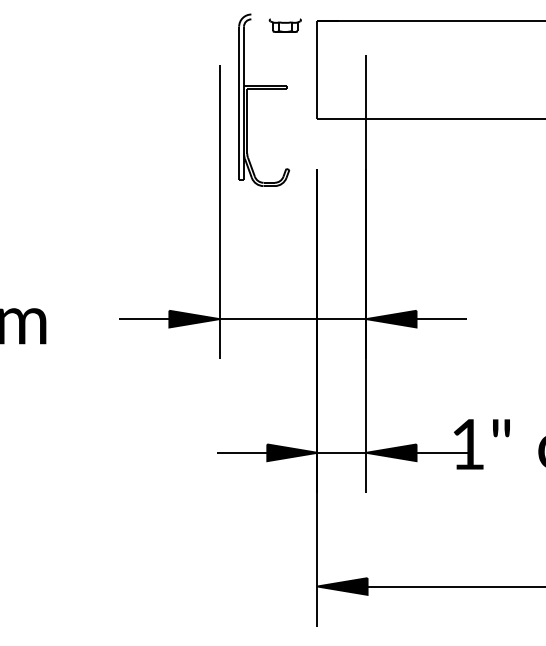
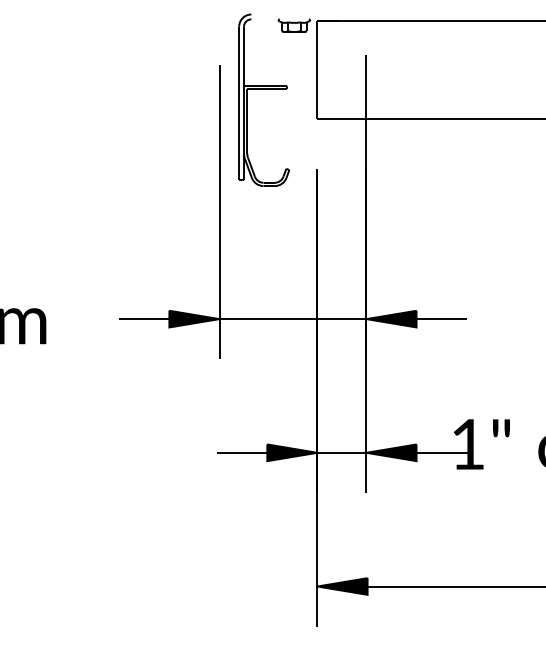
part at (284, 25) position: (284, 25) -> (293, 25)
